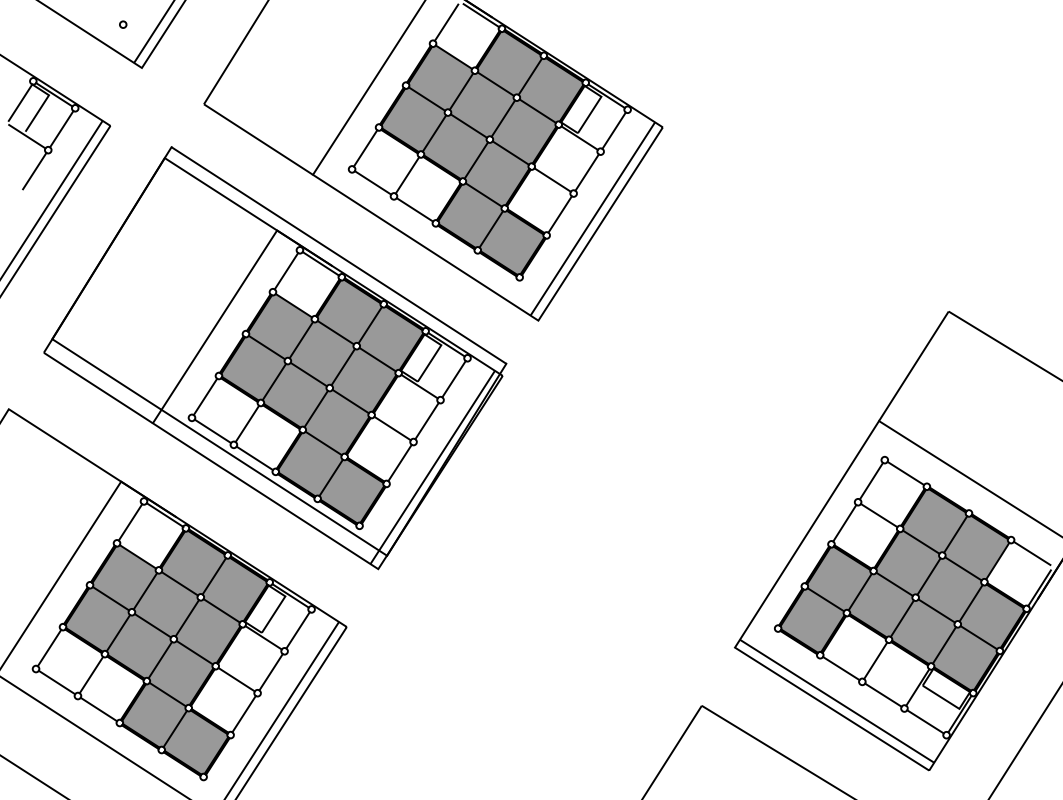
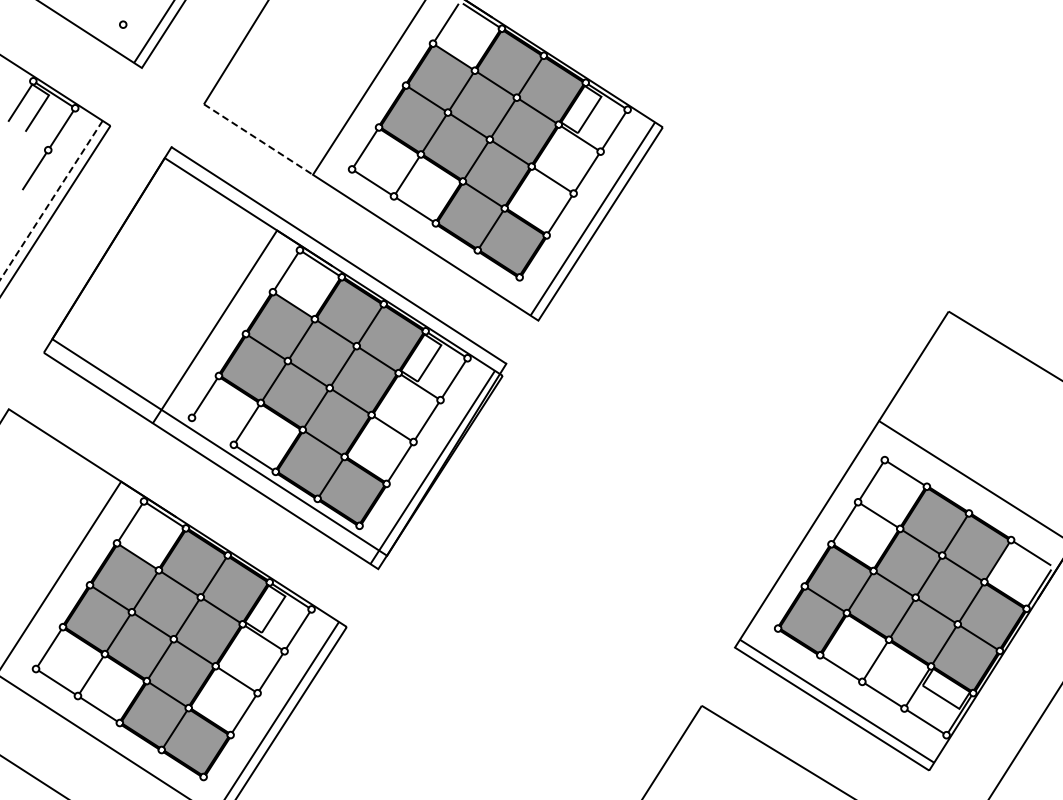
line at (27, 136): present -> none
line at (258, 139): solid -> dashed
line at (51, 200): solid -> dashed
line at (212, 431): present -> none
